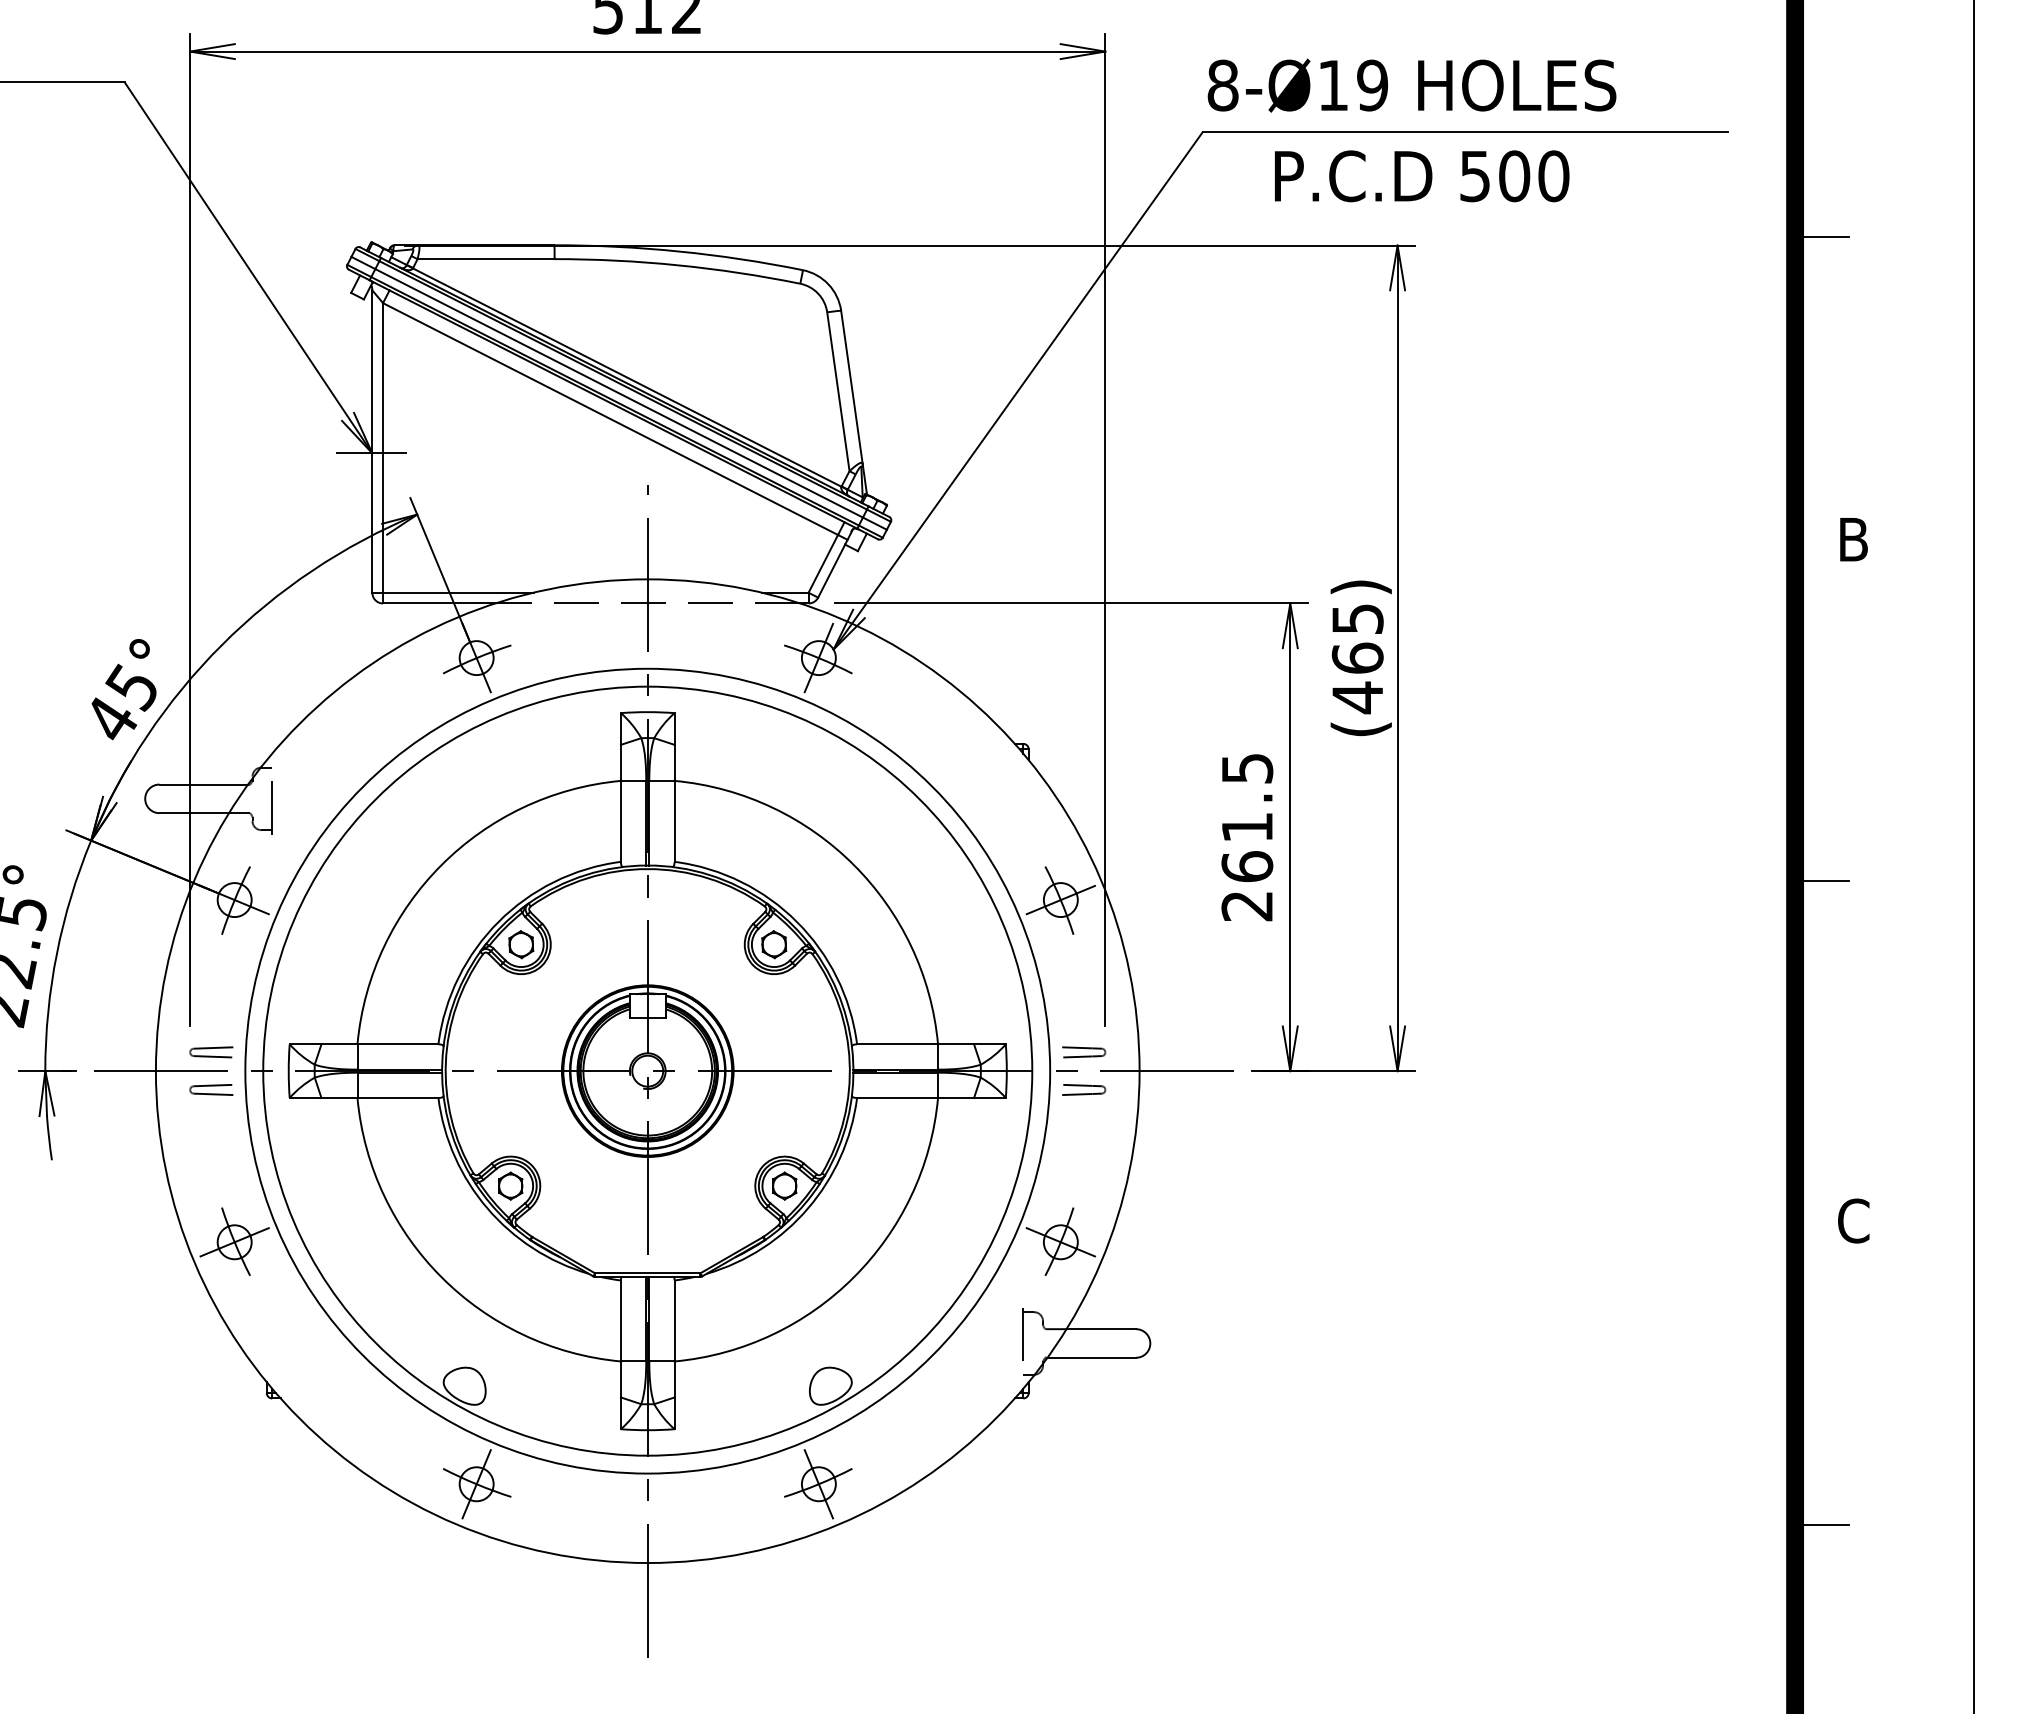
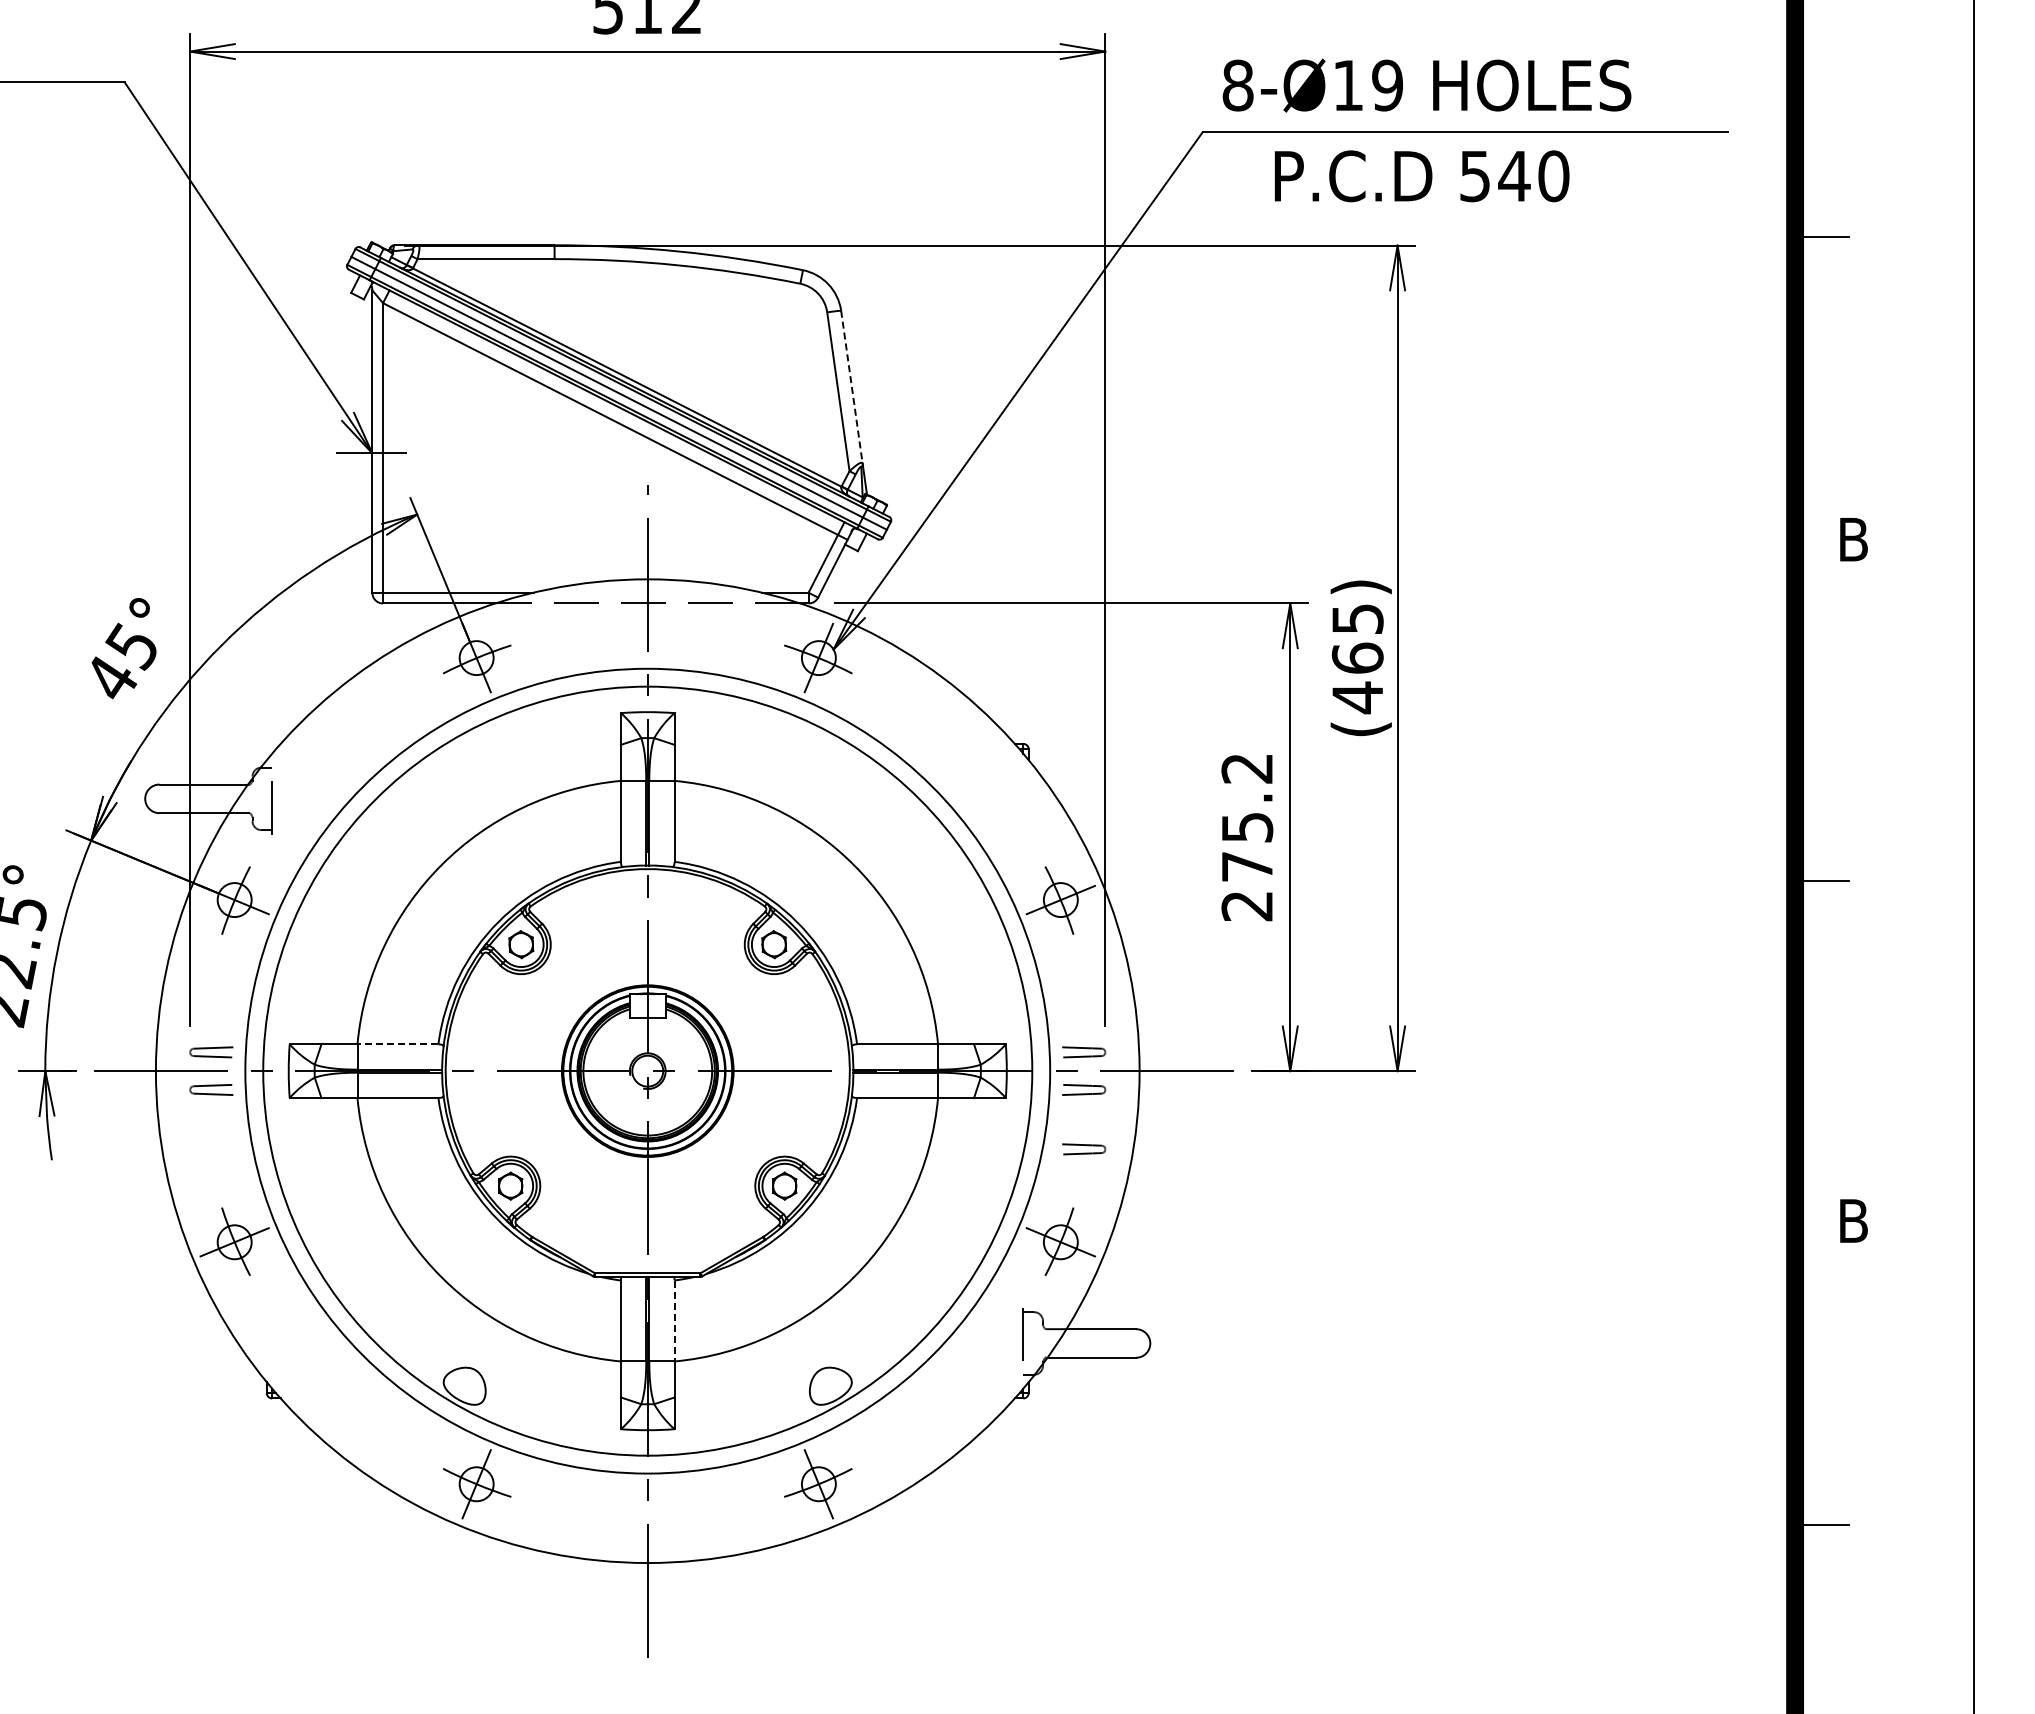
text at (1411, 85) position: (1411, 85) -> (1426, 85)
text at (1514, 176): 500 -> 540
line at (851, 387): solid -> dashed
text at (123, 689) position: (123, 689) -> (123, 648)
text at (1247, 818): 261.5 -> 275.2
line at (397, 1044): solid -> dashed
part at (1084, 1149): none -> present
text at (1853, 1220): C -> B
line at (674, 1321): solid -> dashed
